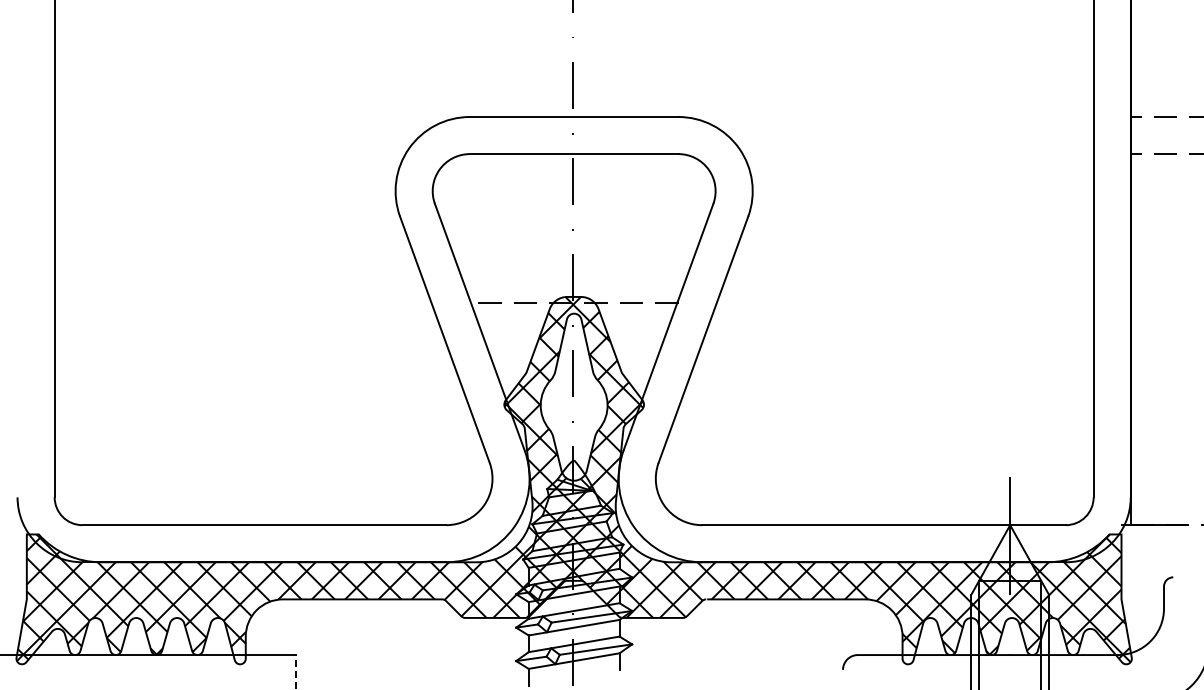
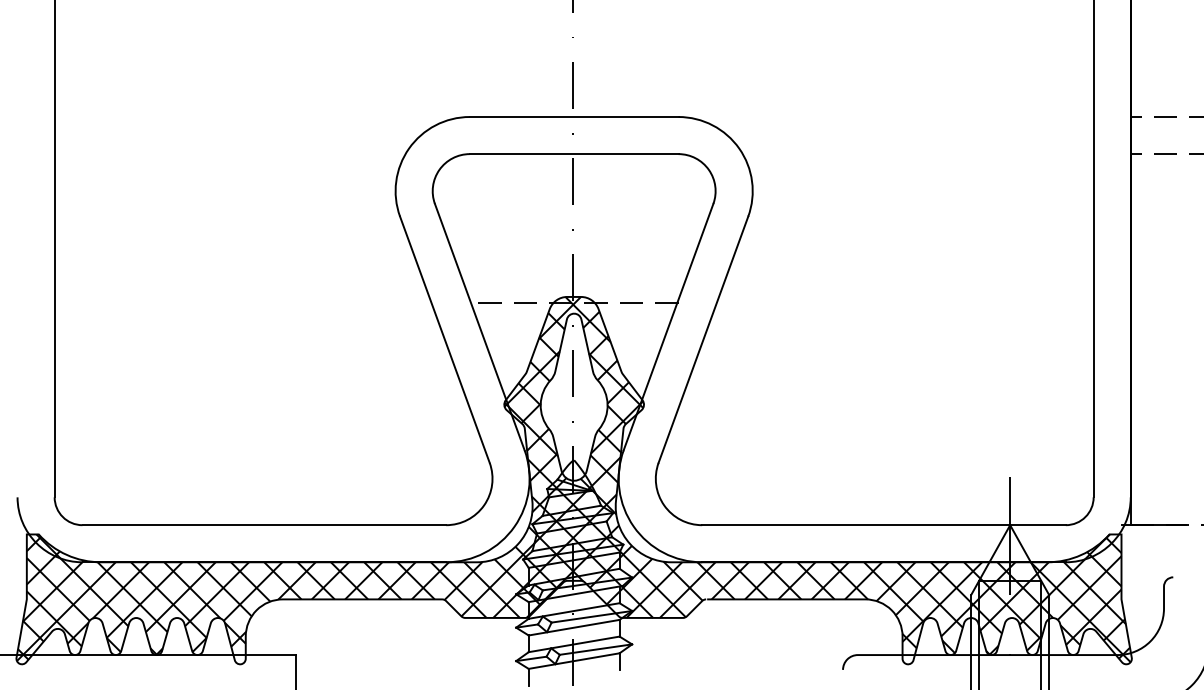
line at (295, 672): dashed -> solid
